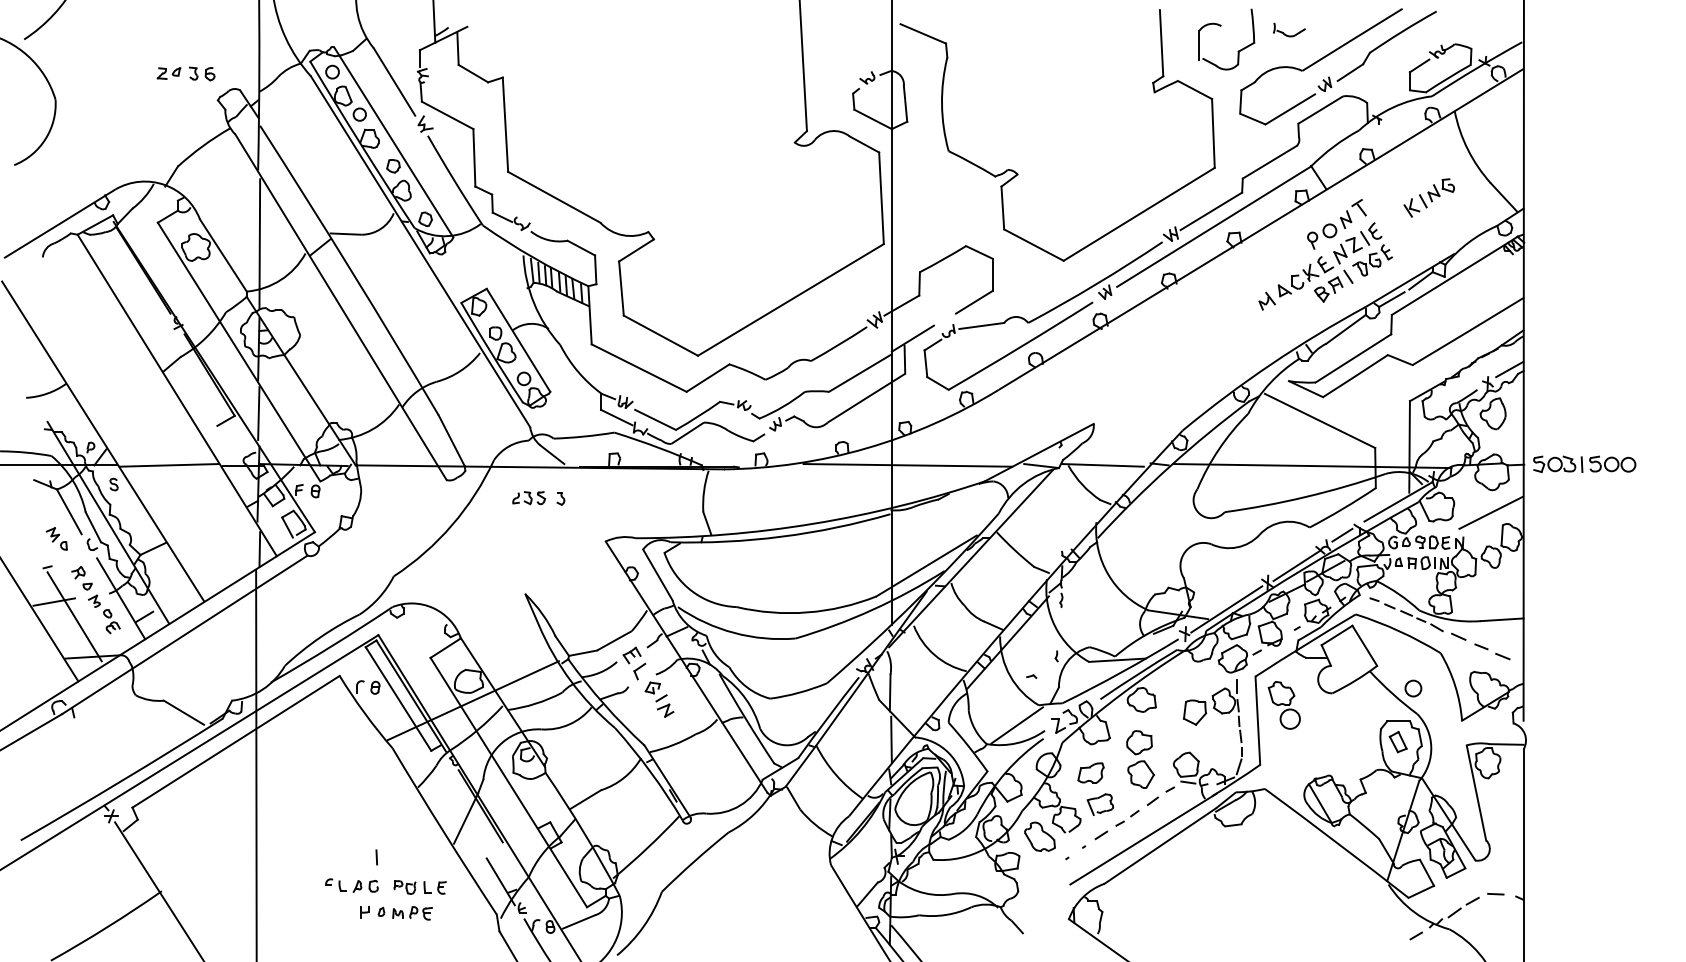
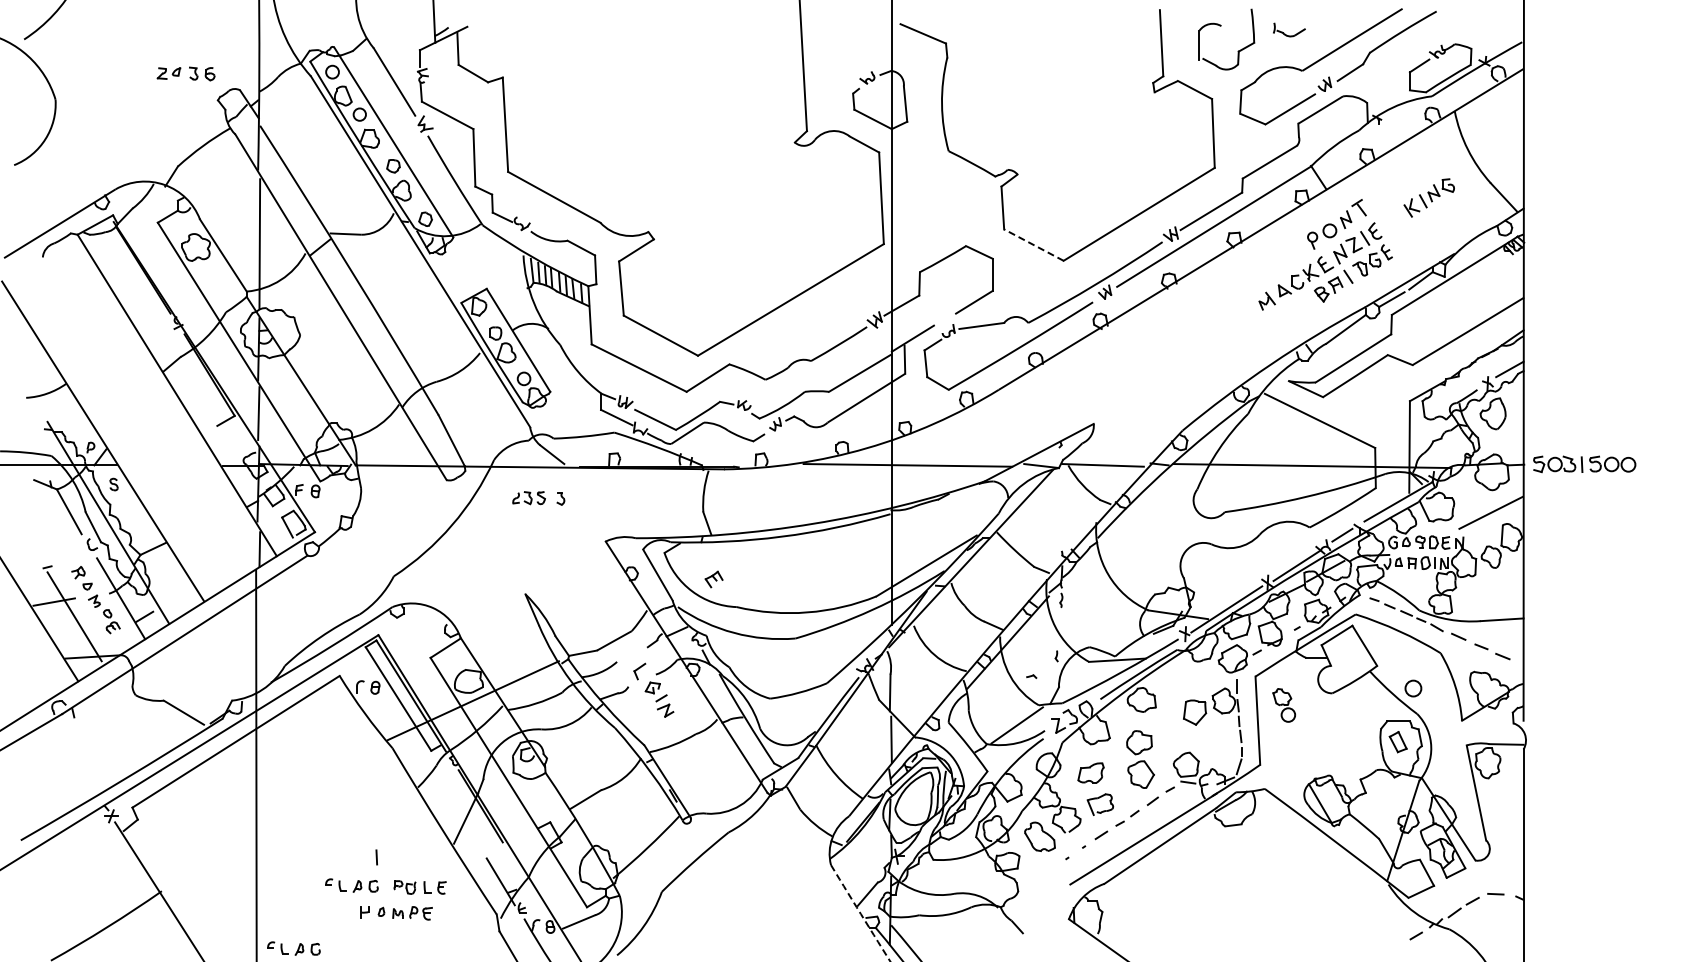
line at (1033, 245): solid -> dashed
line at (168, 465): present -> none
part at (56, 538): present -> none
part at (631, 655) position: (631, 655) -> (713, 579)
part at (1283, 705) size: 34x49 px -> 24x35 px
arc at (861, 914): solid -> dashed
part at (293, 948): none -> present
